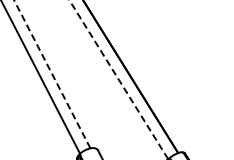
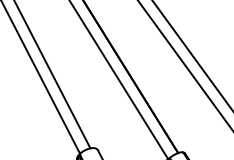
line at (191, 54): none -> present
line at (184, 64): none -> present
line at (52, 73): dashed -> solid
line at (118, 79): dashed -> solid
